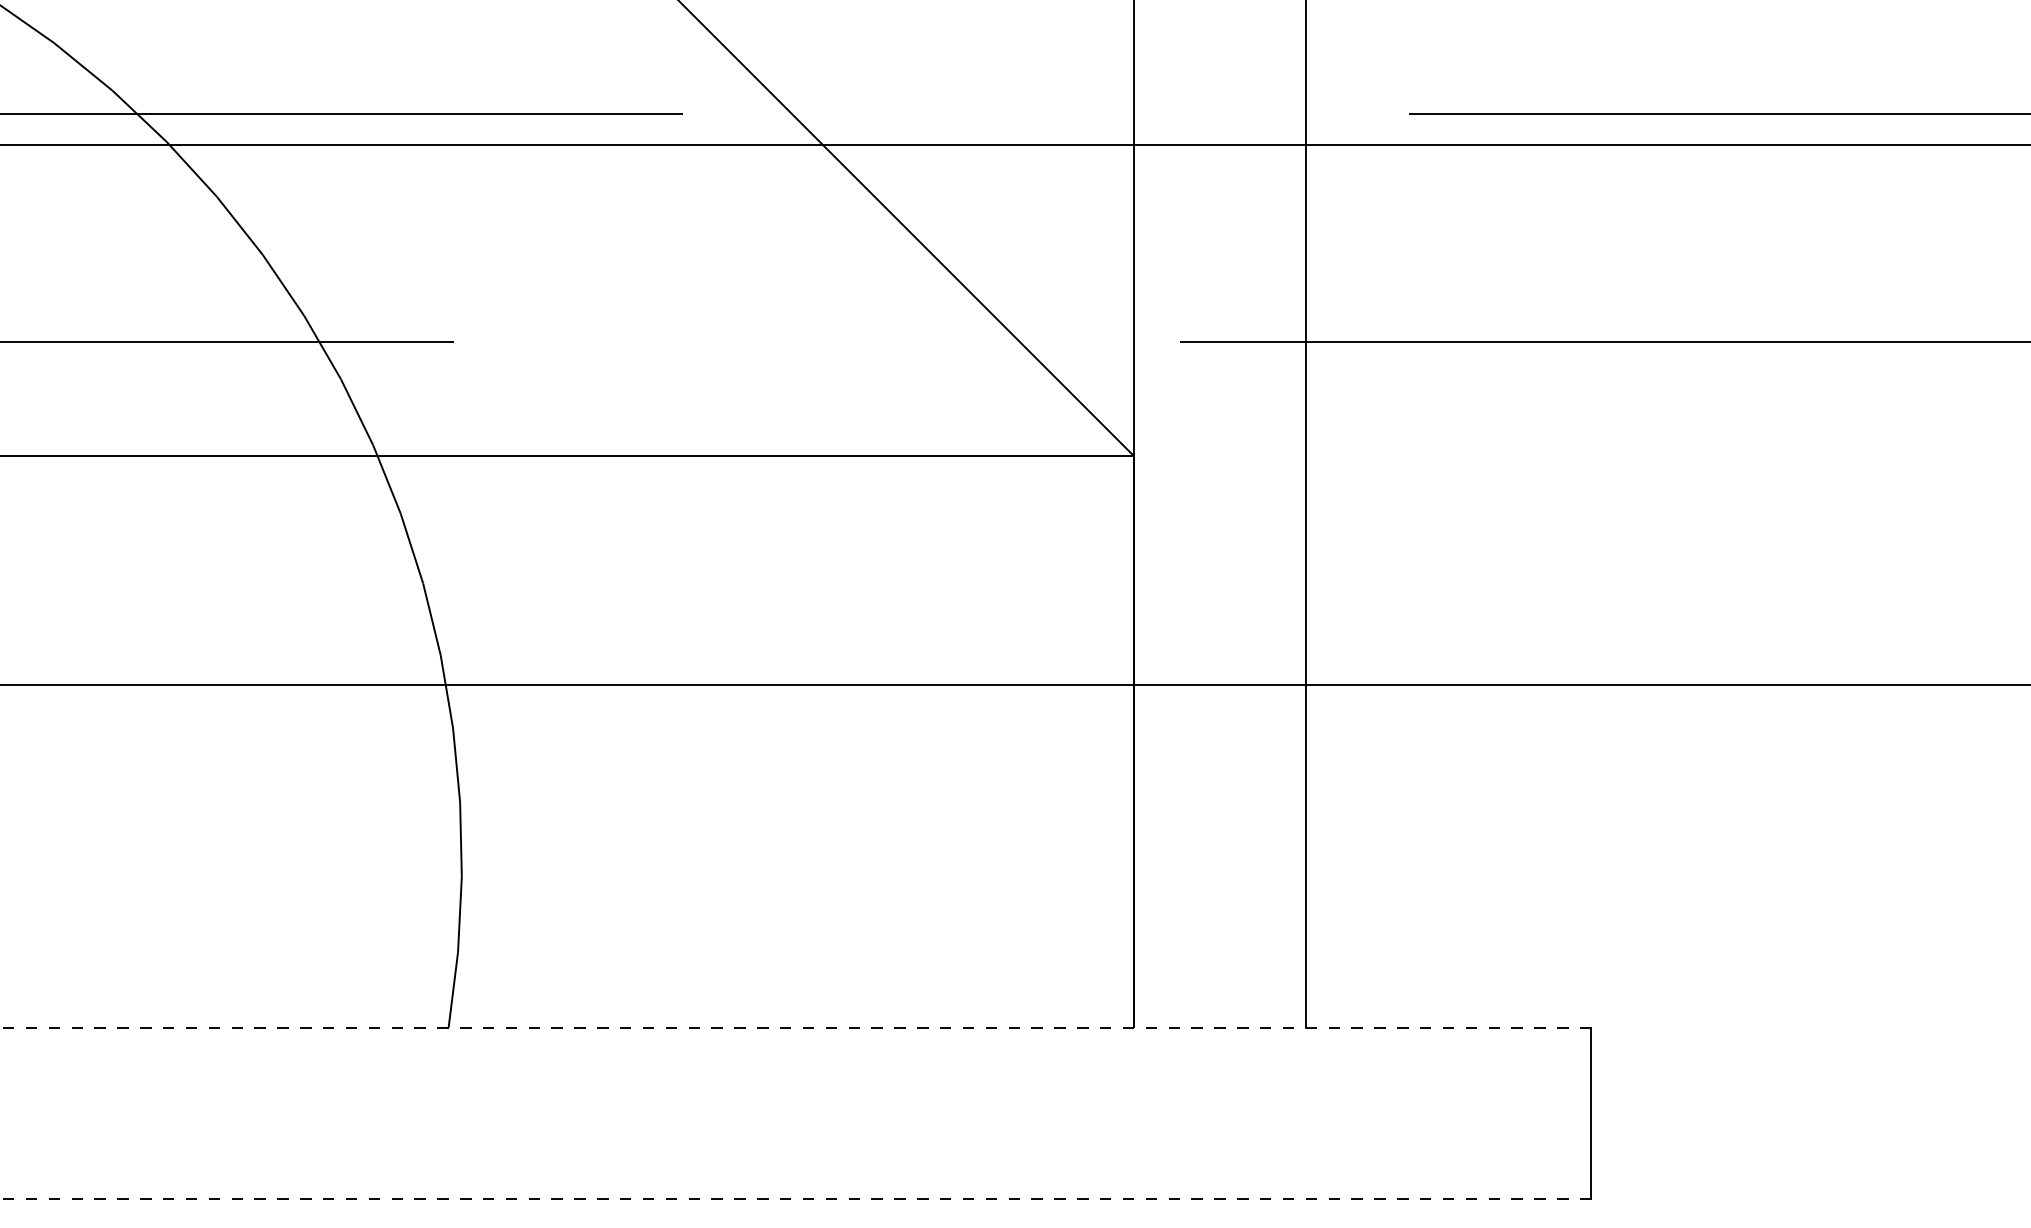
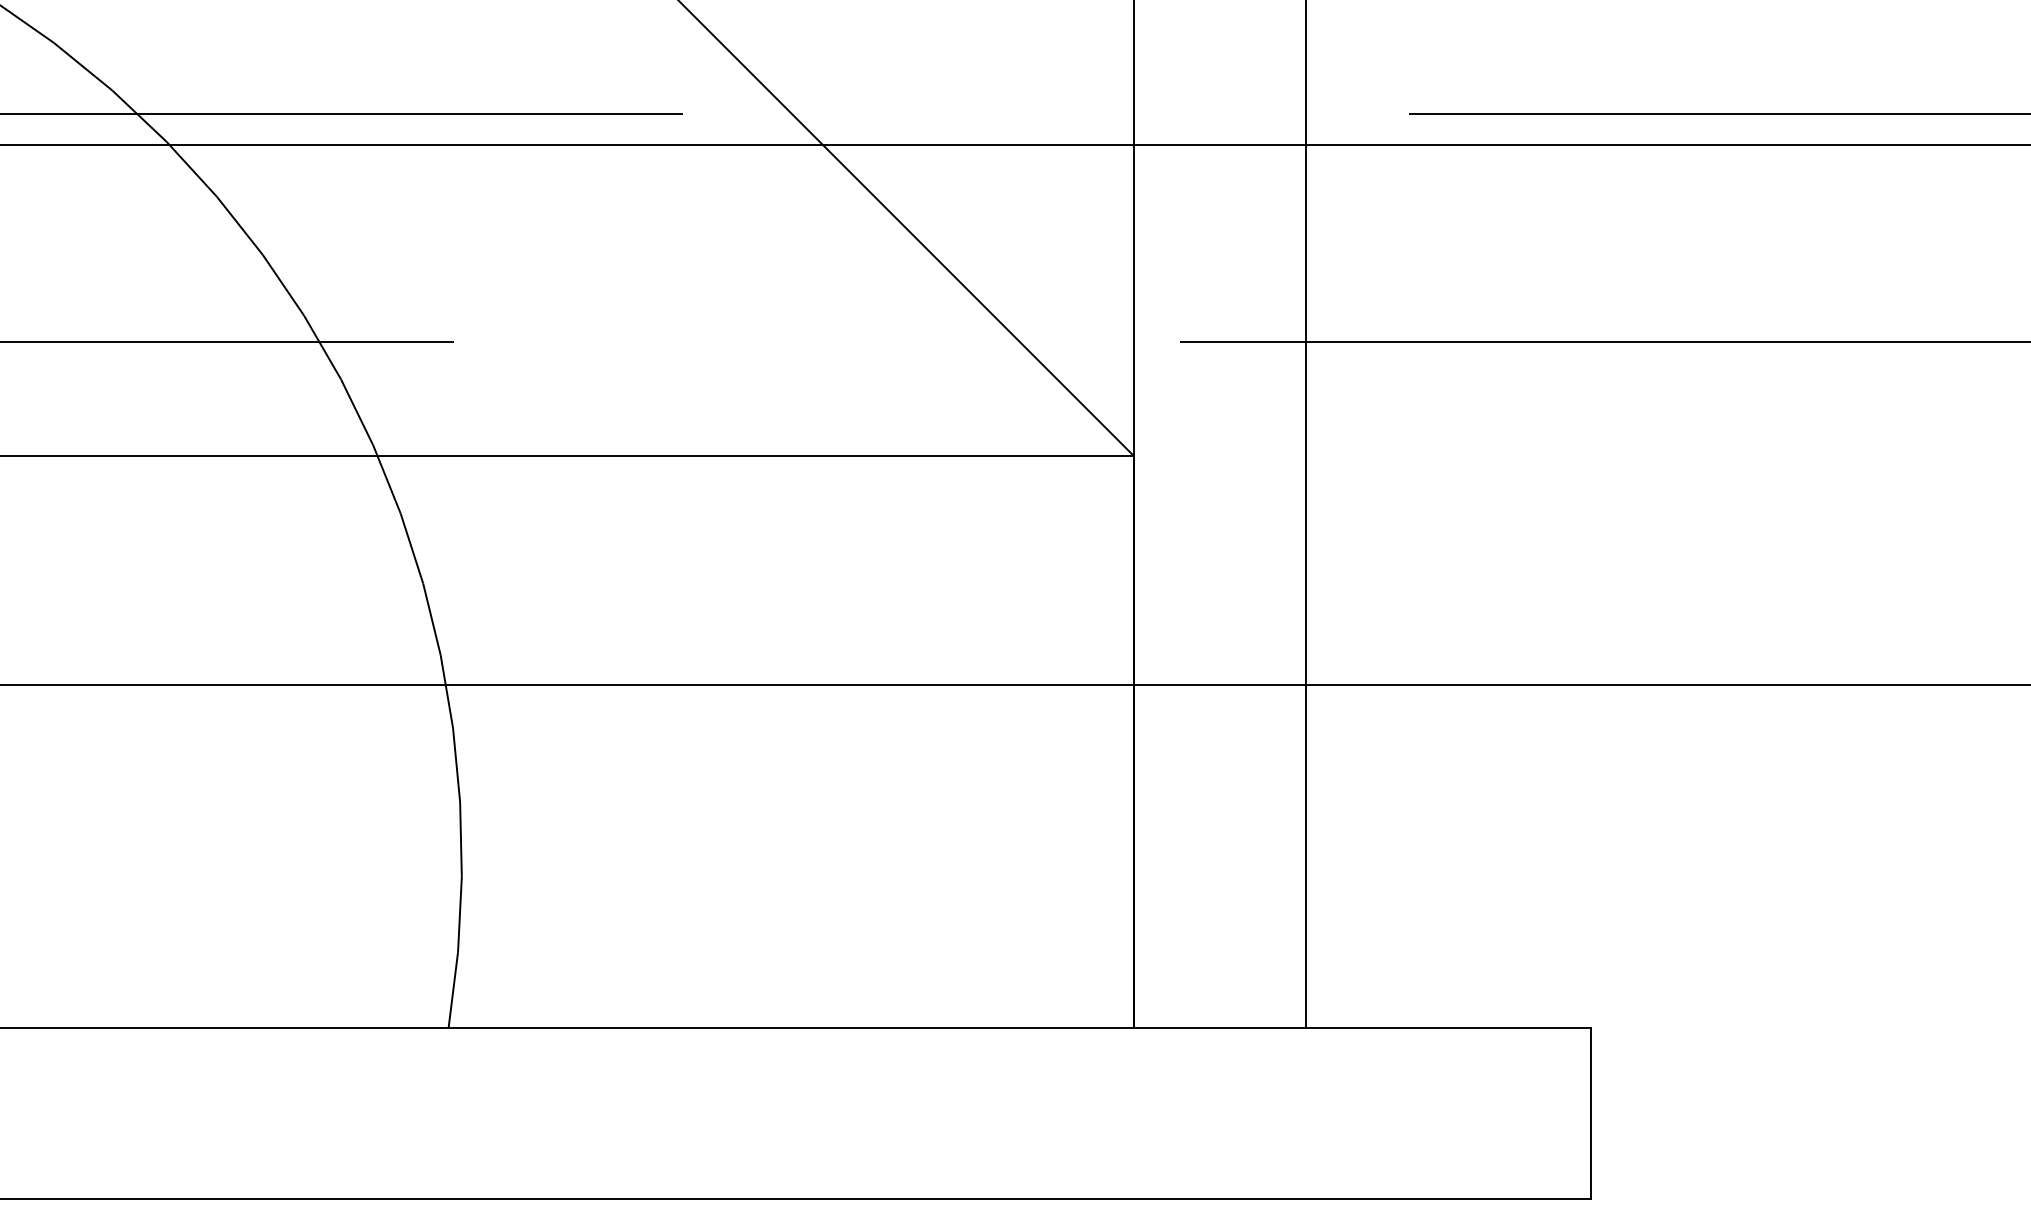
line at (796, 1027): dashed -> solid
line at (796, 1199): dashed -> solid
